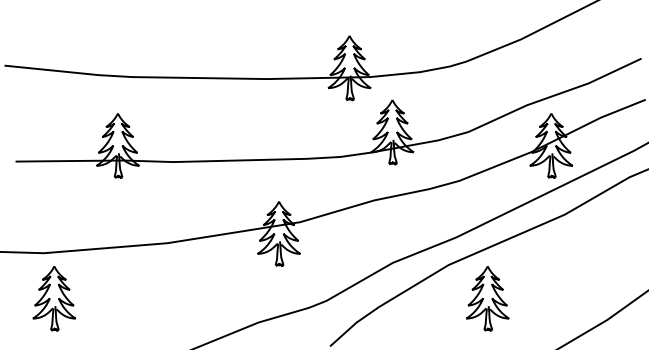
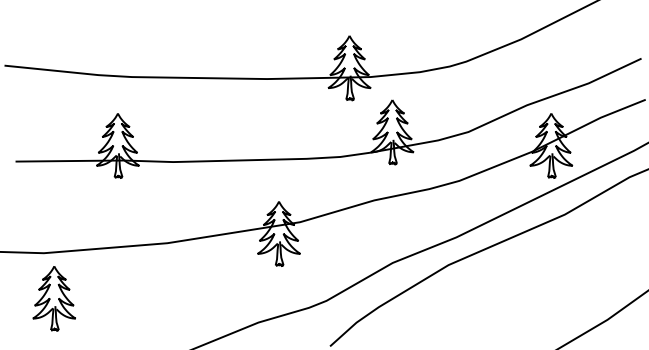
part at (487, 298): present -> none
